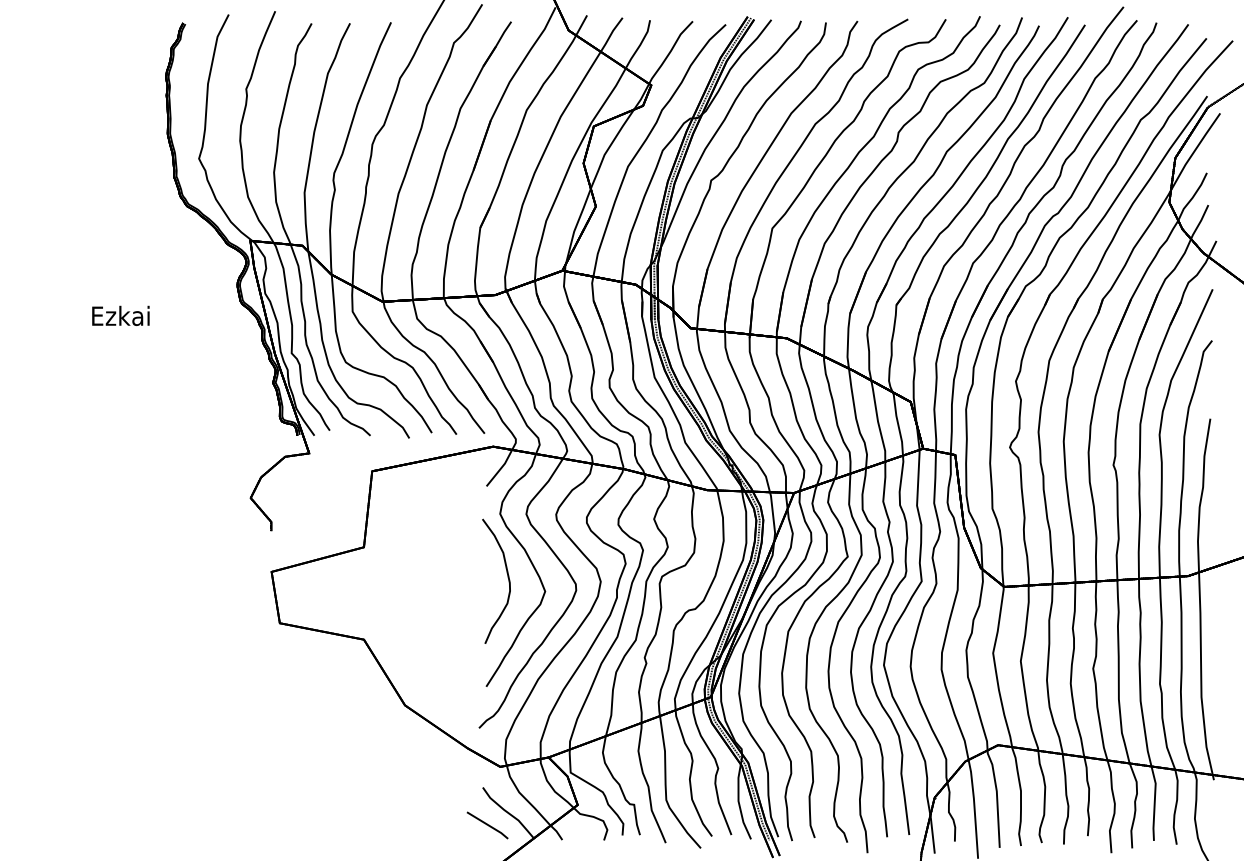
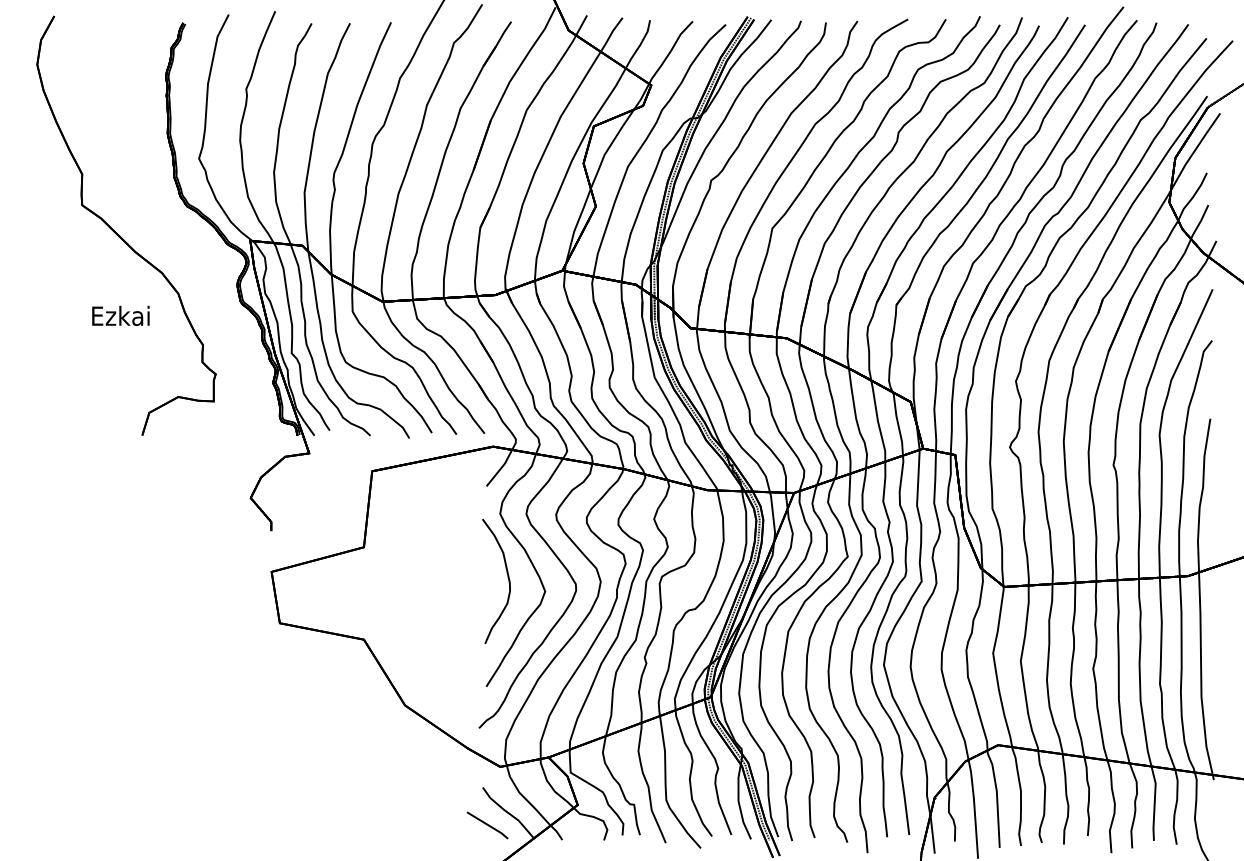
part at (119, 234): none -> present
